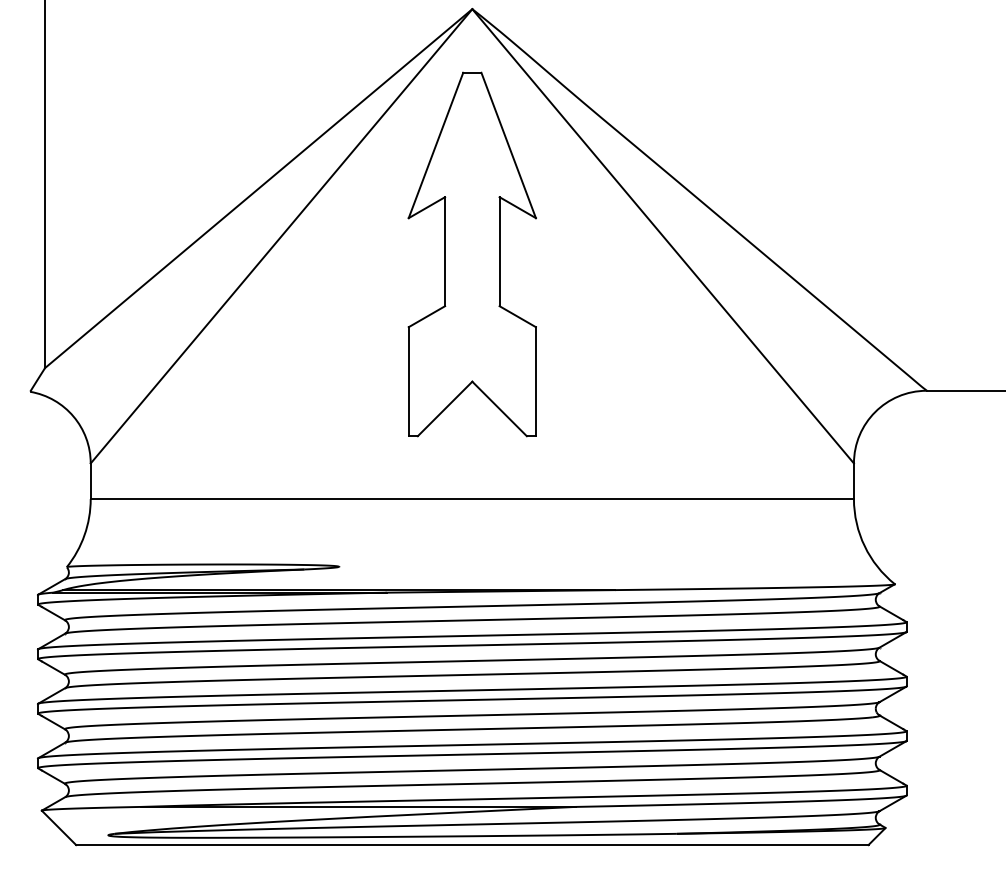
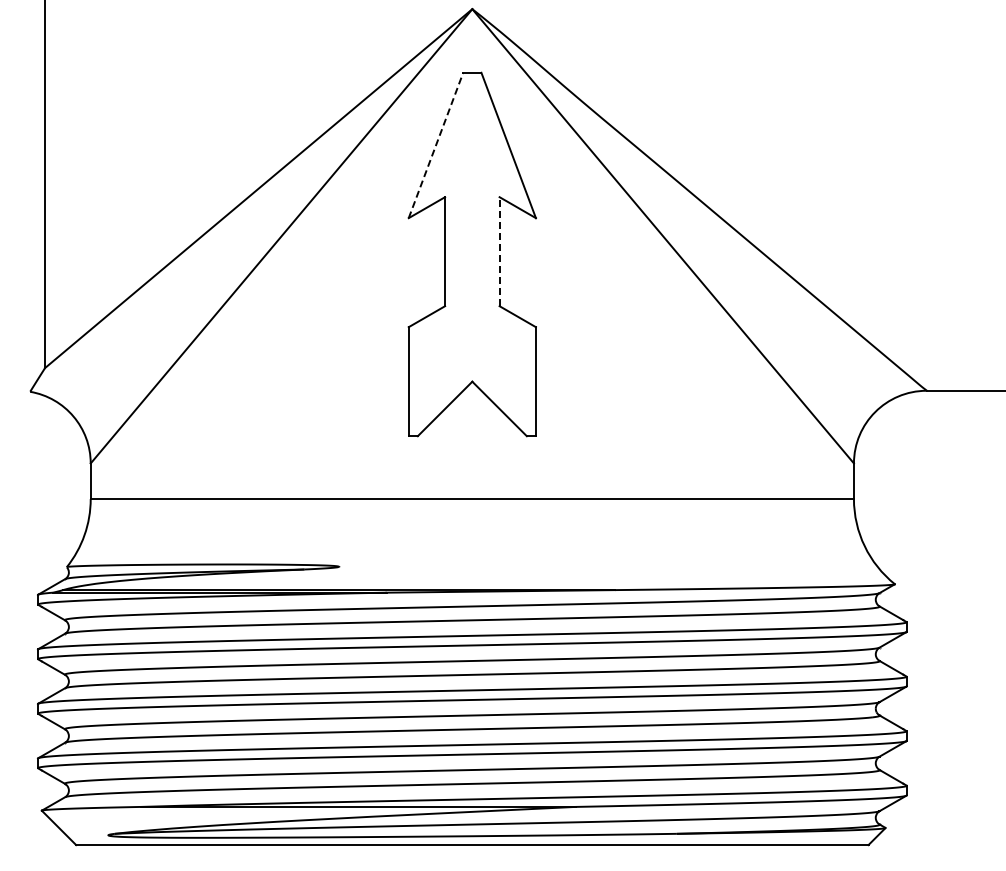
line at (436, 145): solid -> dashed
line at (499, 251): solid -> dashed
